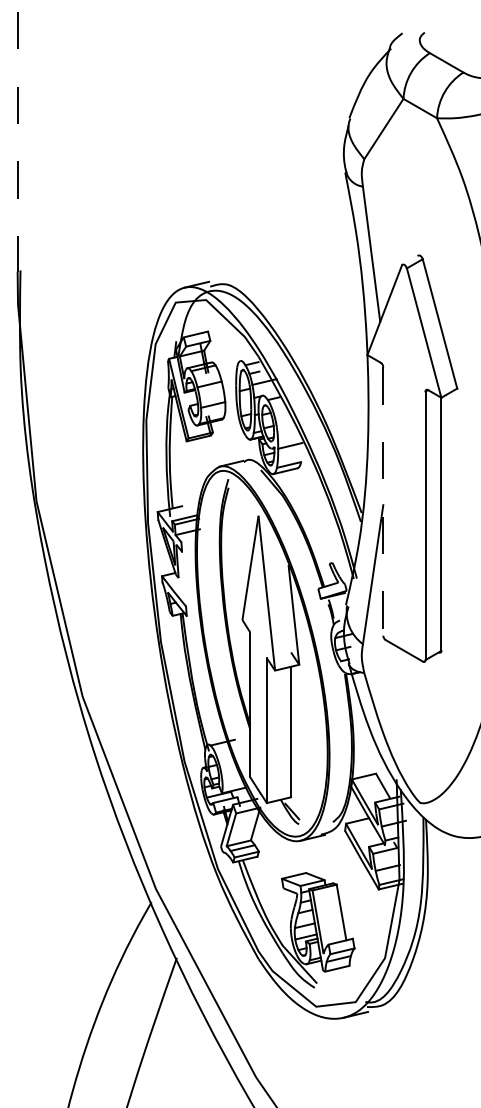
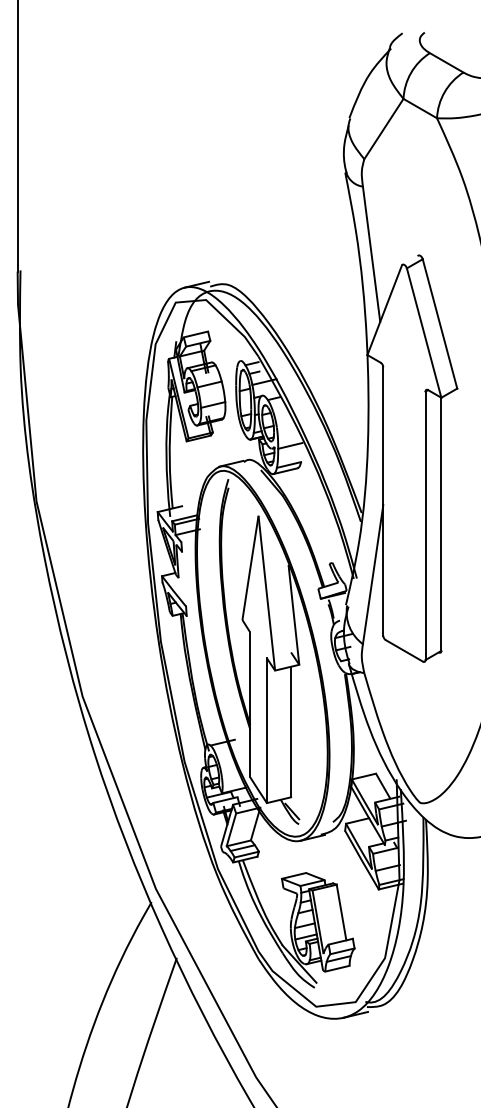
line at (17, 136): dashed -> solid
line at (383, 501): dashed -> solid
